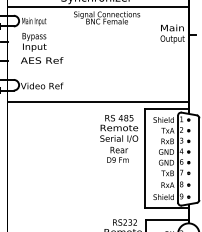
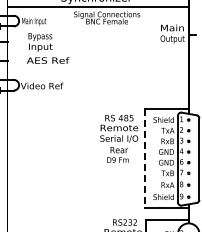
text at (42, 48) position: (42, 48) -> (48, 48)
line at (97, 101): present -> none
line at (144, 159): solid -> dashed
